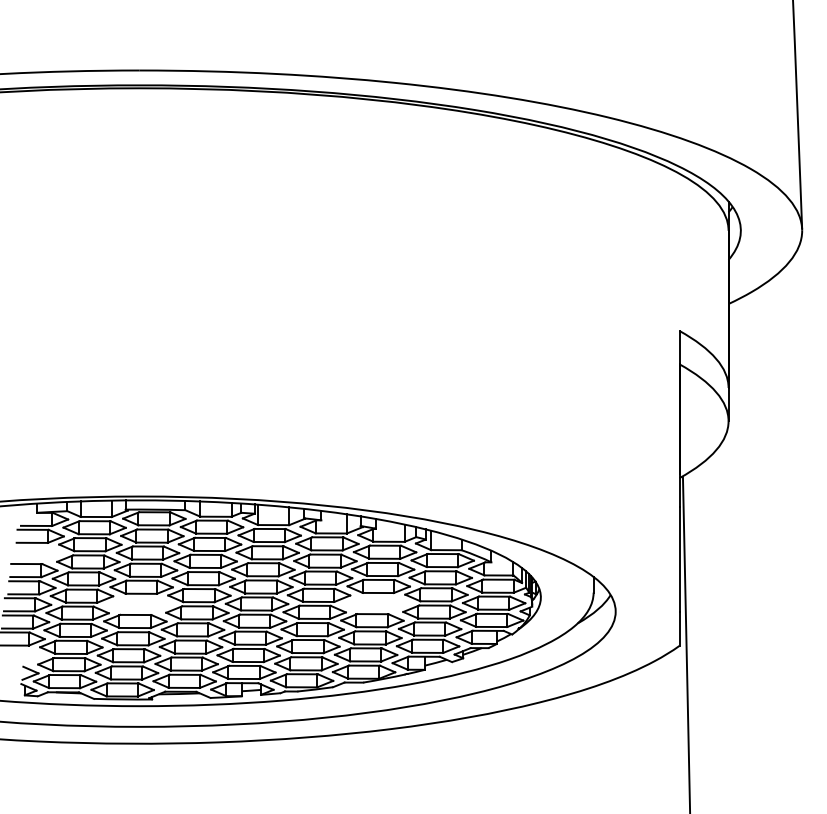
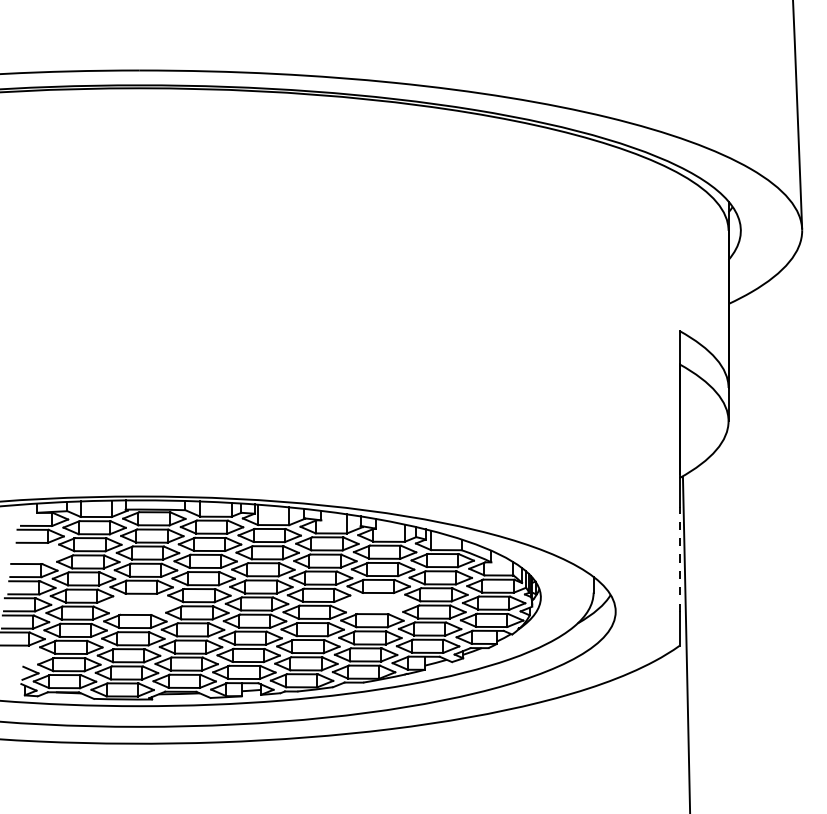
line at (679, 558): solid -> dashed
